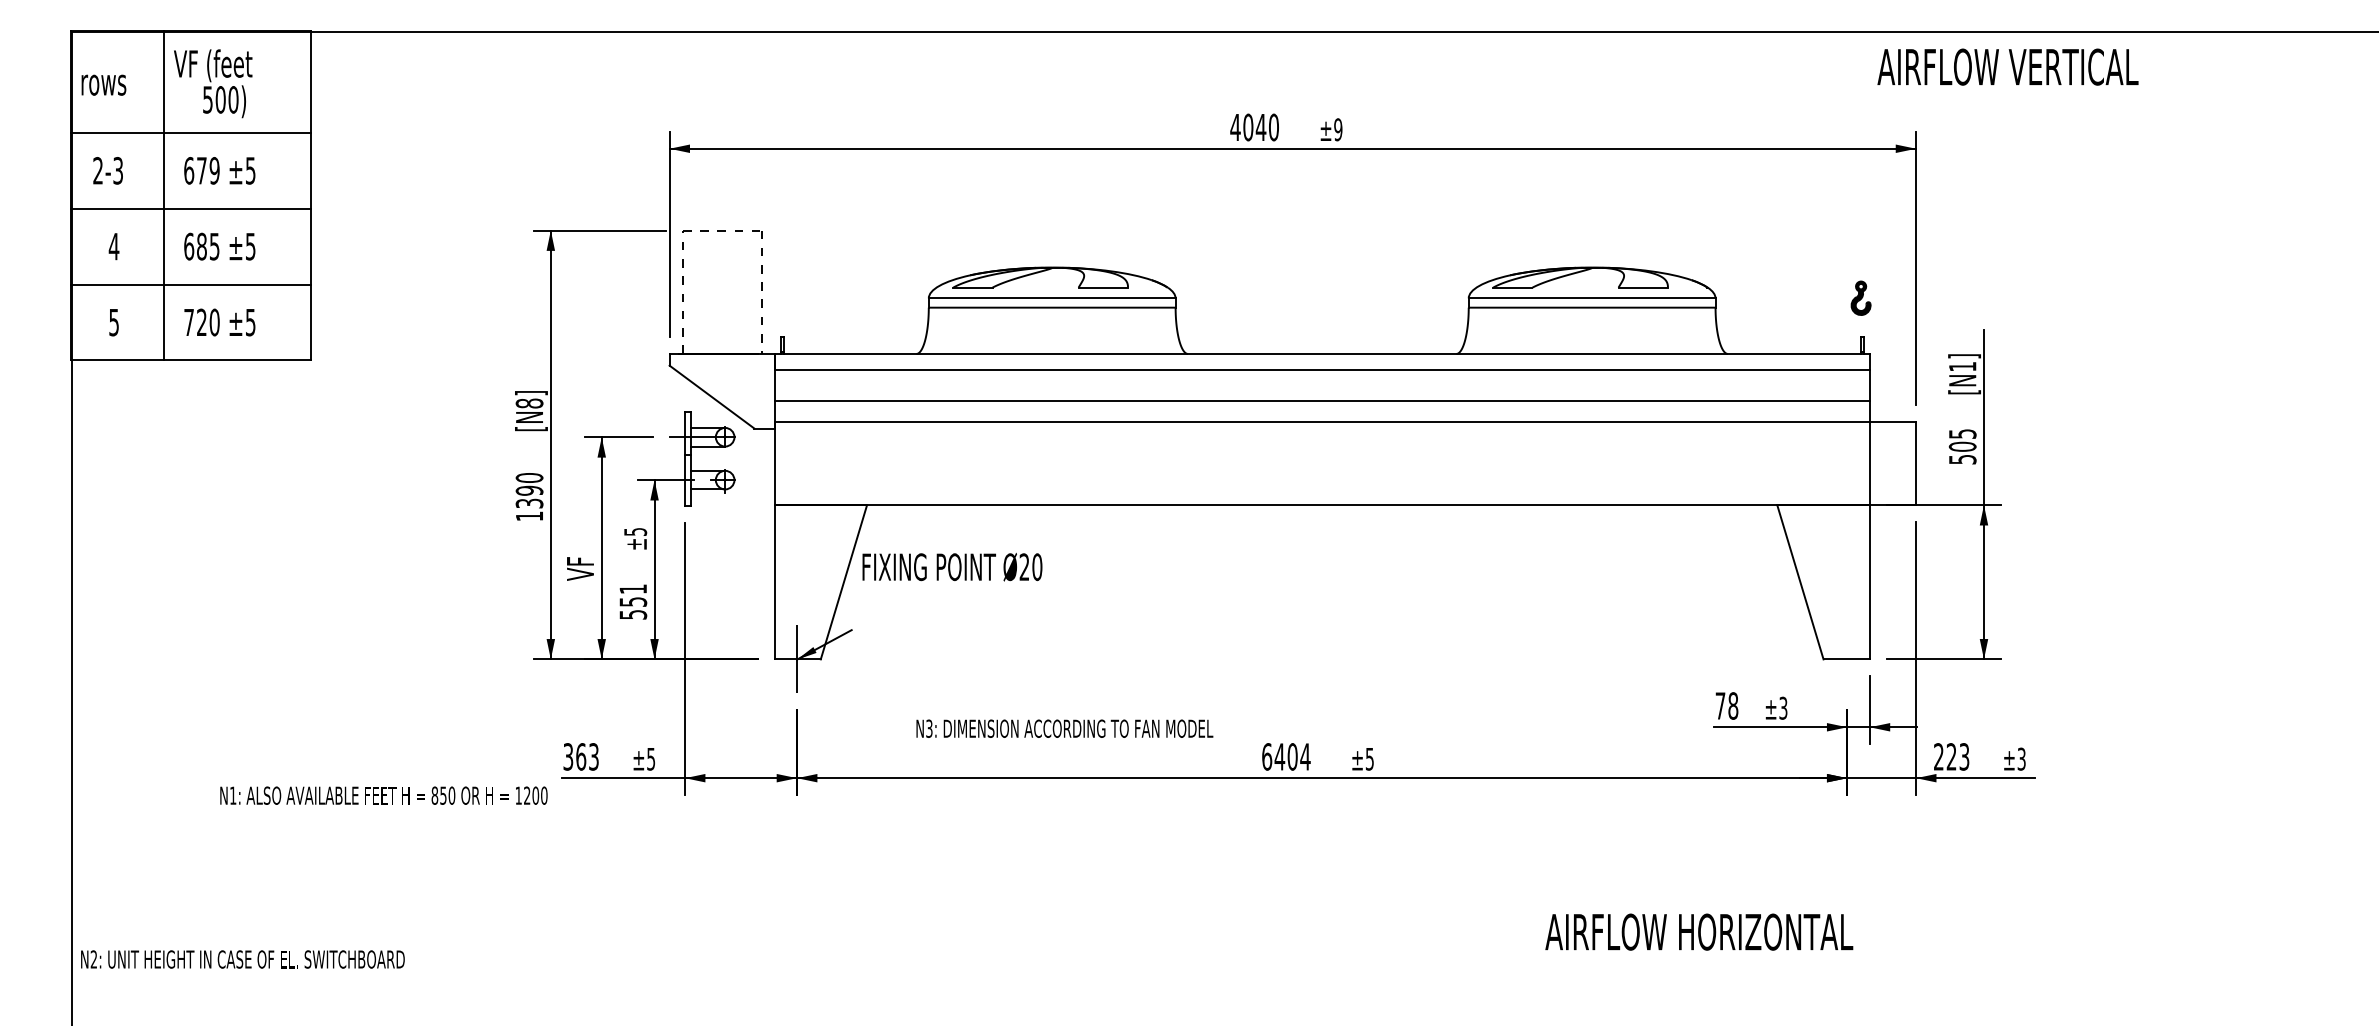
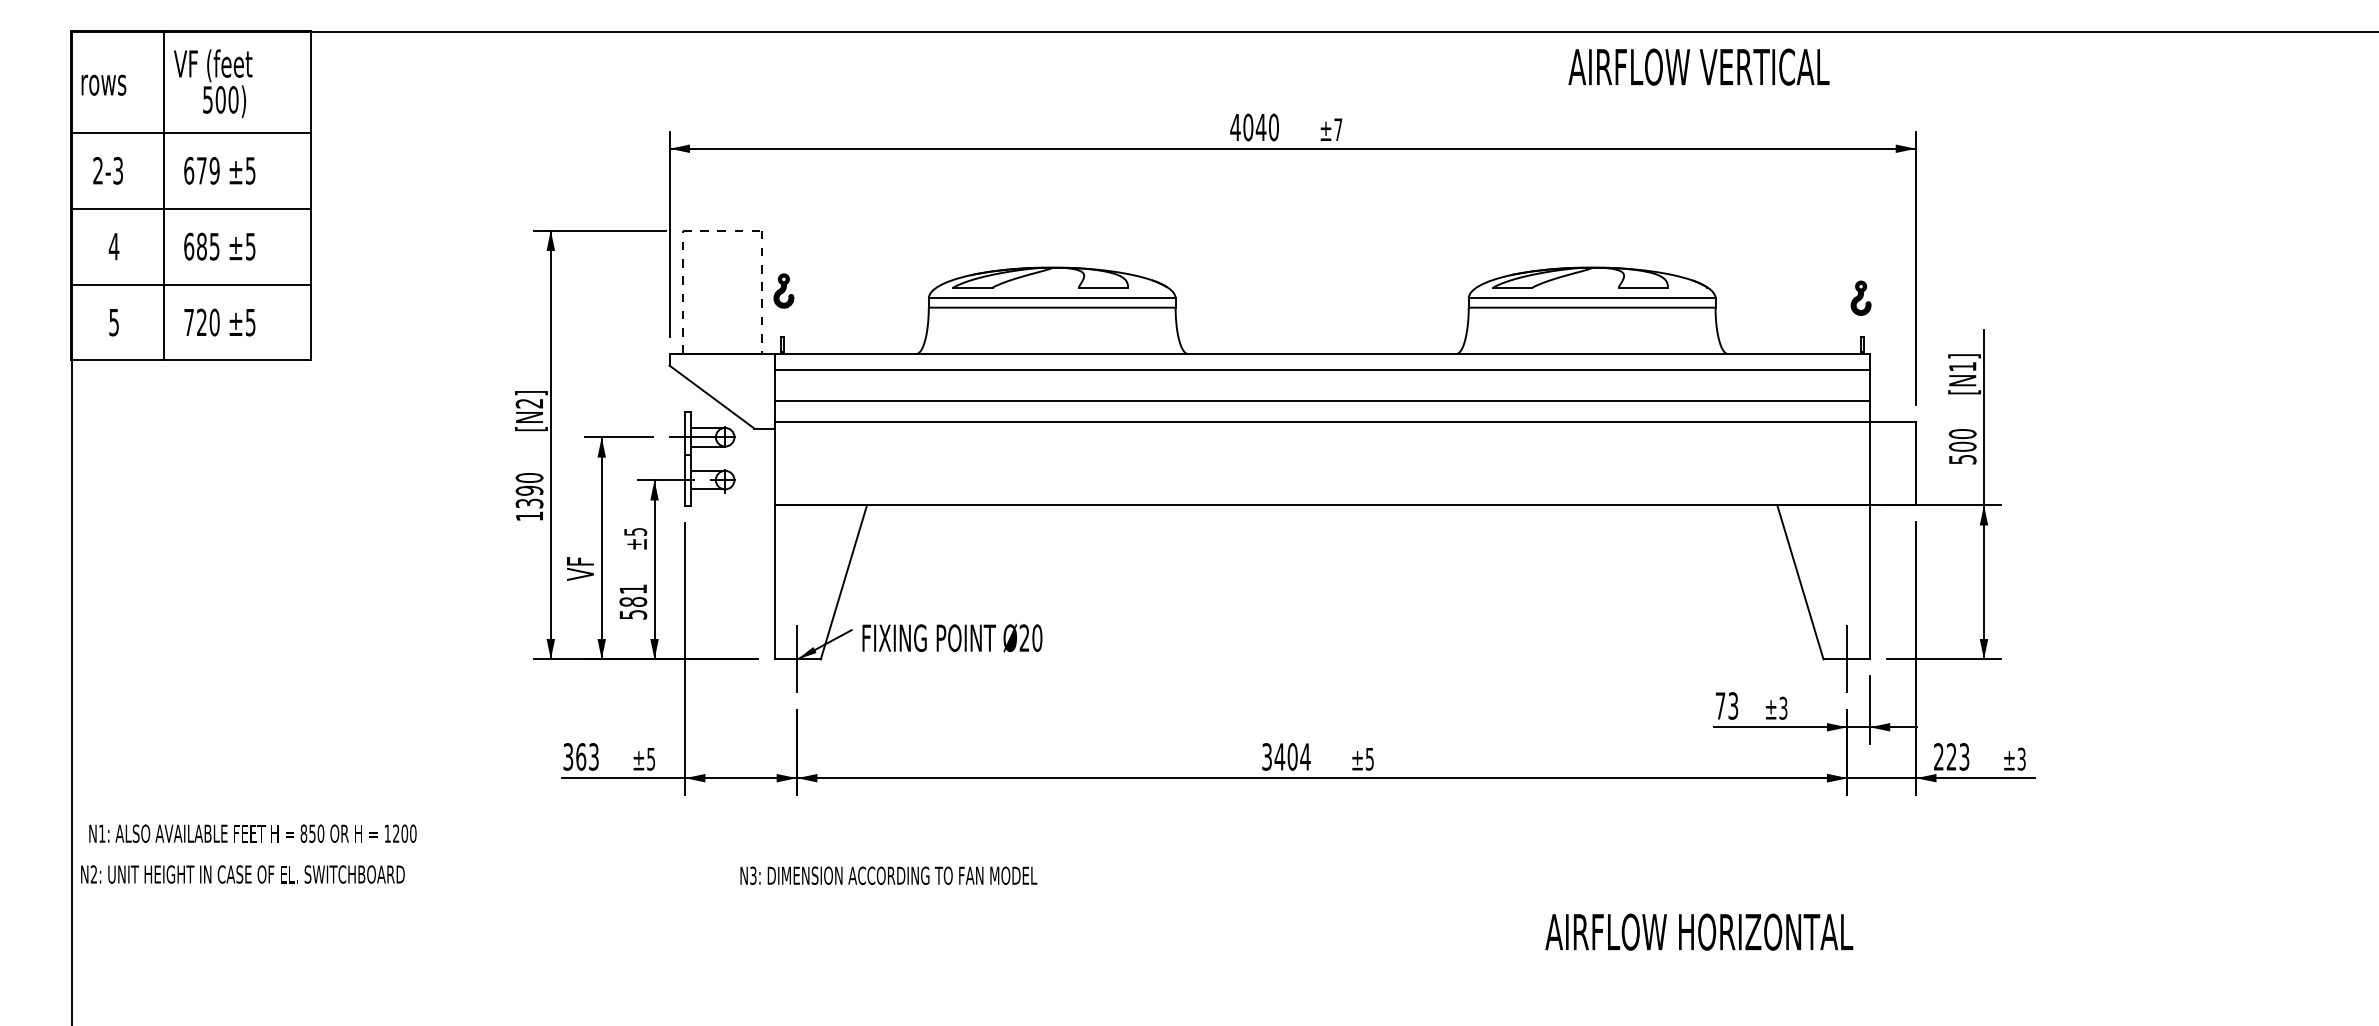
text at (2007, 66) position: (2007, 66) -> (1698, 66)
text at (1338, 129): ±9 -> ±7
part at (783, 290): none -> present
text at (529, 403): [N8] -> [N2]
text at (1962, 434): 505 -> 500
text at (952, 567) position: (952, 567) -> (952, 638)
text at (633, 601): 551 -> 581
line at (1847, 658): none -> present
text at (1733, 705): 78 -> 73
text at (1064, 728) position: (1064, 728) -> (888, 875)
text at (1267, 756): 6404 -> 3404
text at (383, 795) position: (383, 795) -> (252, 833)
text at (242, 959) position: (242, 959) -> (242, 874)
